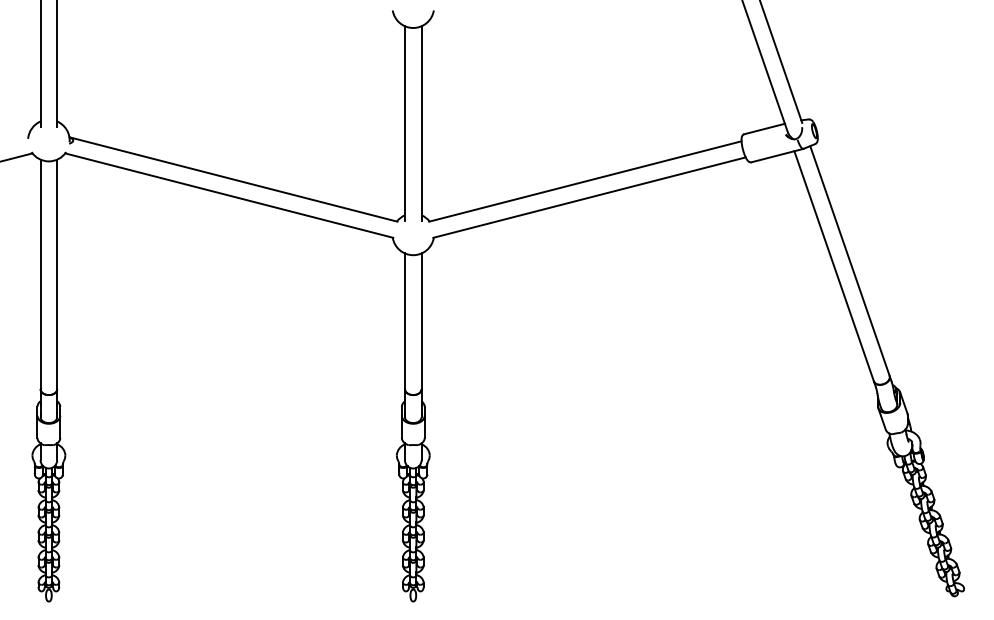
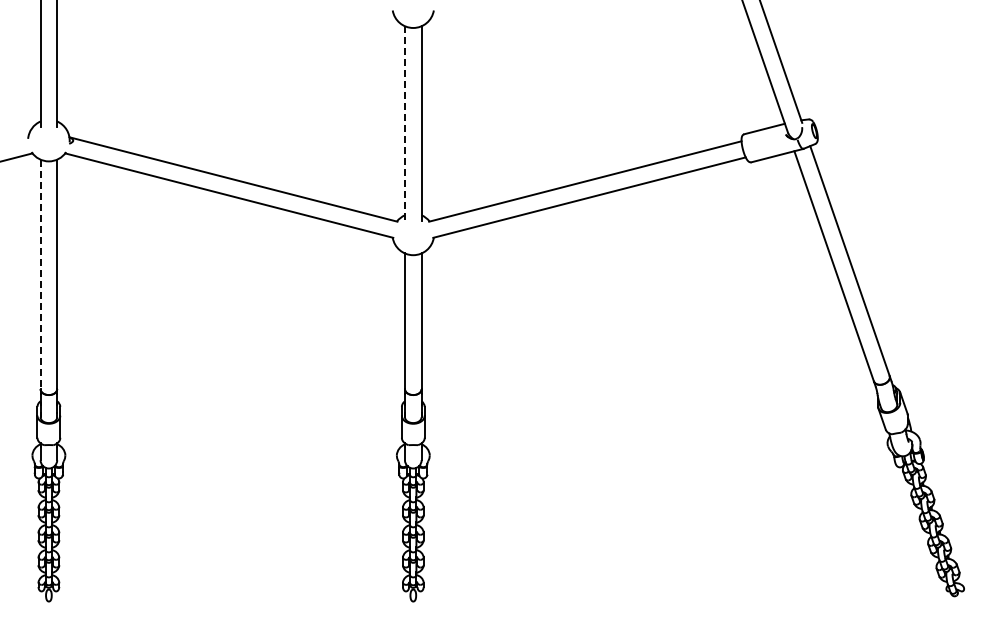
line at (404, 124): solid -> dashed
line at (40, 274): solid -> dashed
